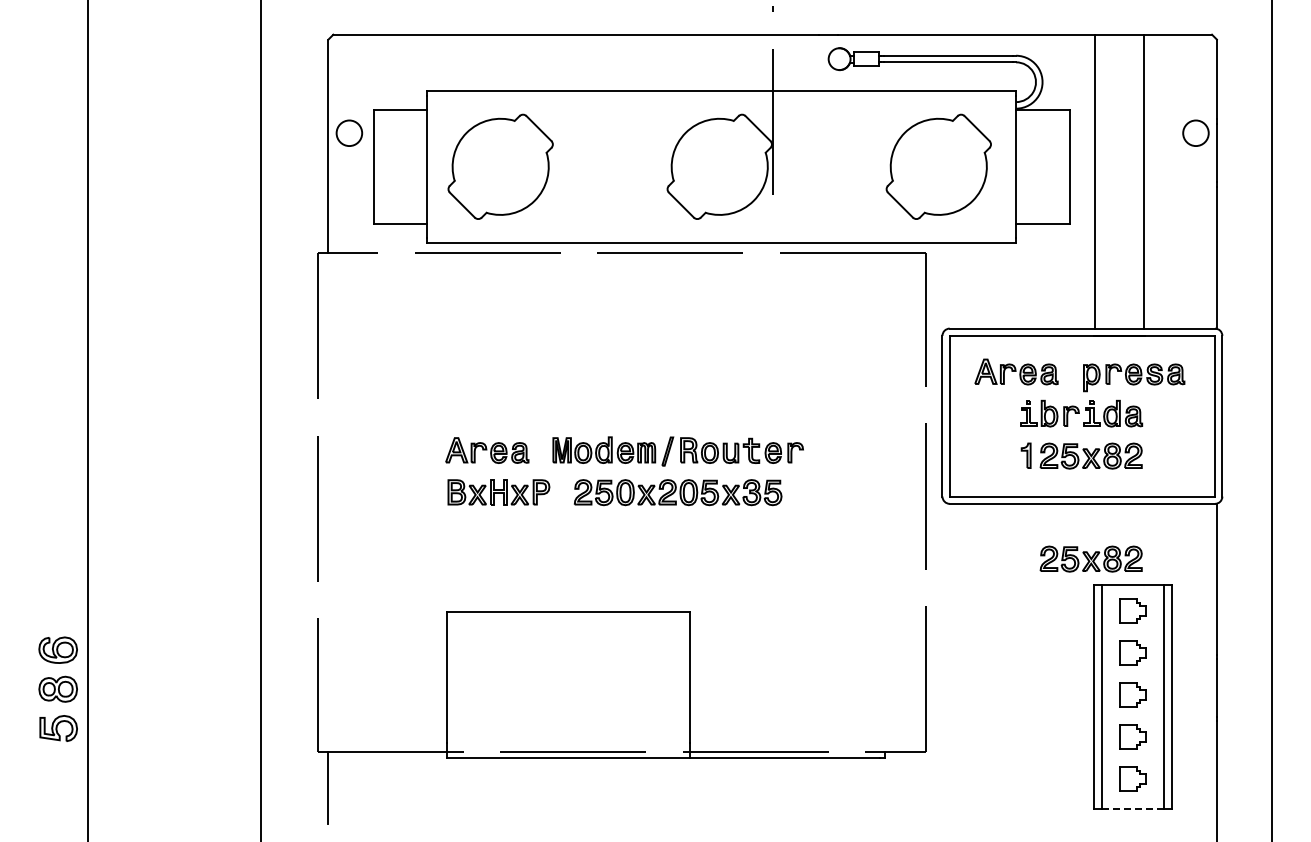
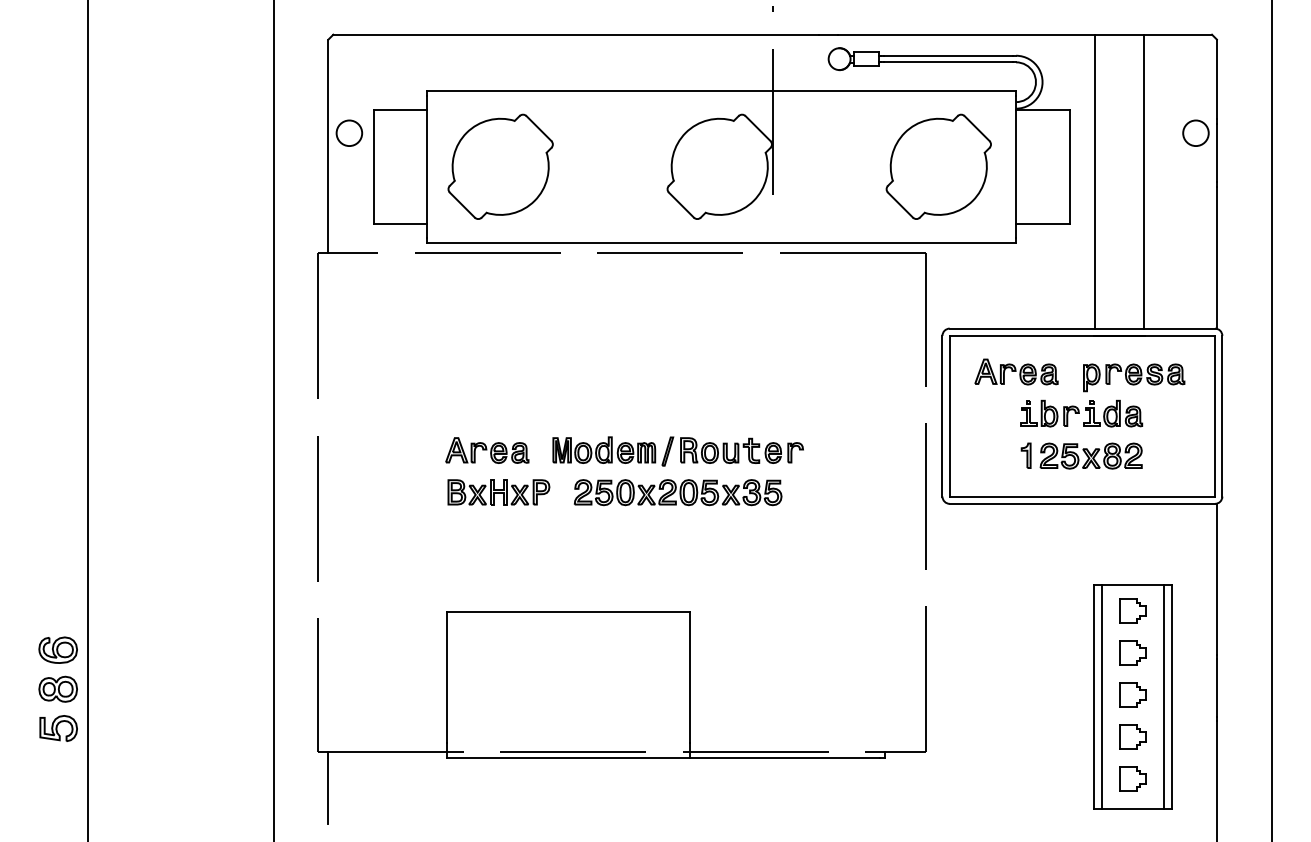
line at (260, 420) position: (260, 420) -> (273, 420)
part at (1090, 558): present -> none
line at (1132, 809): dashed -> solid
